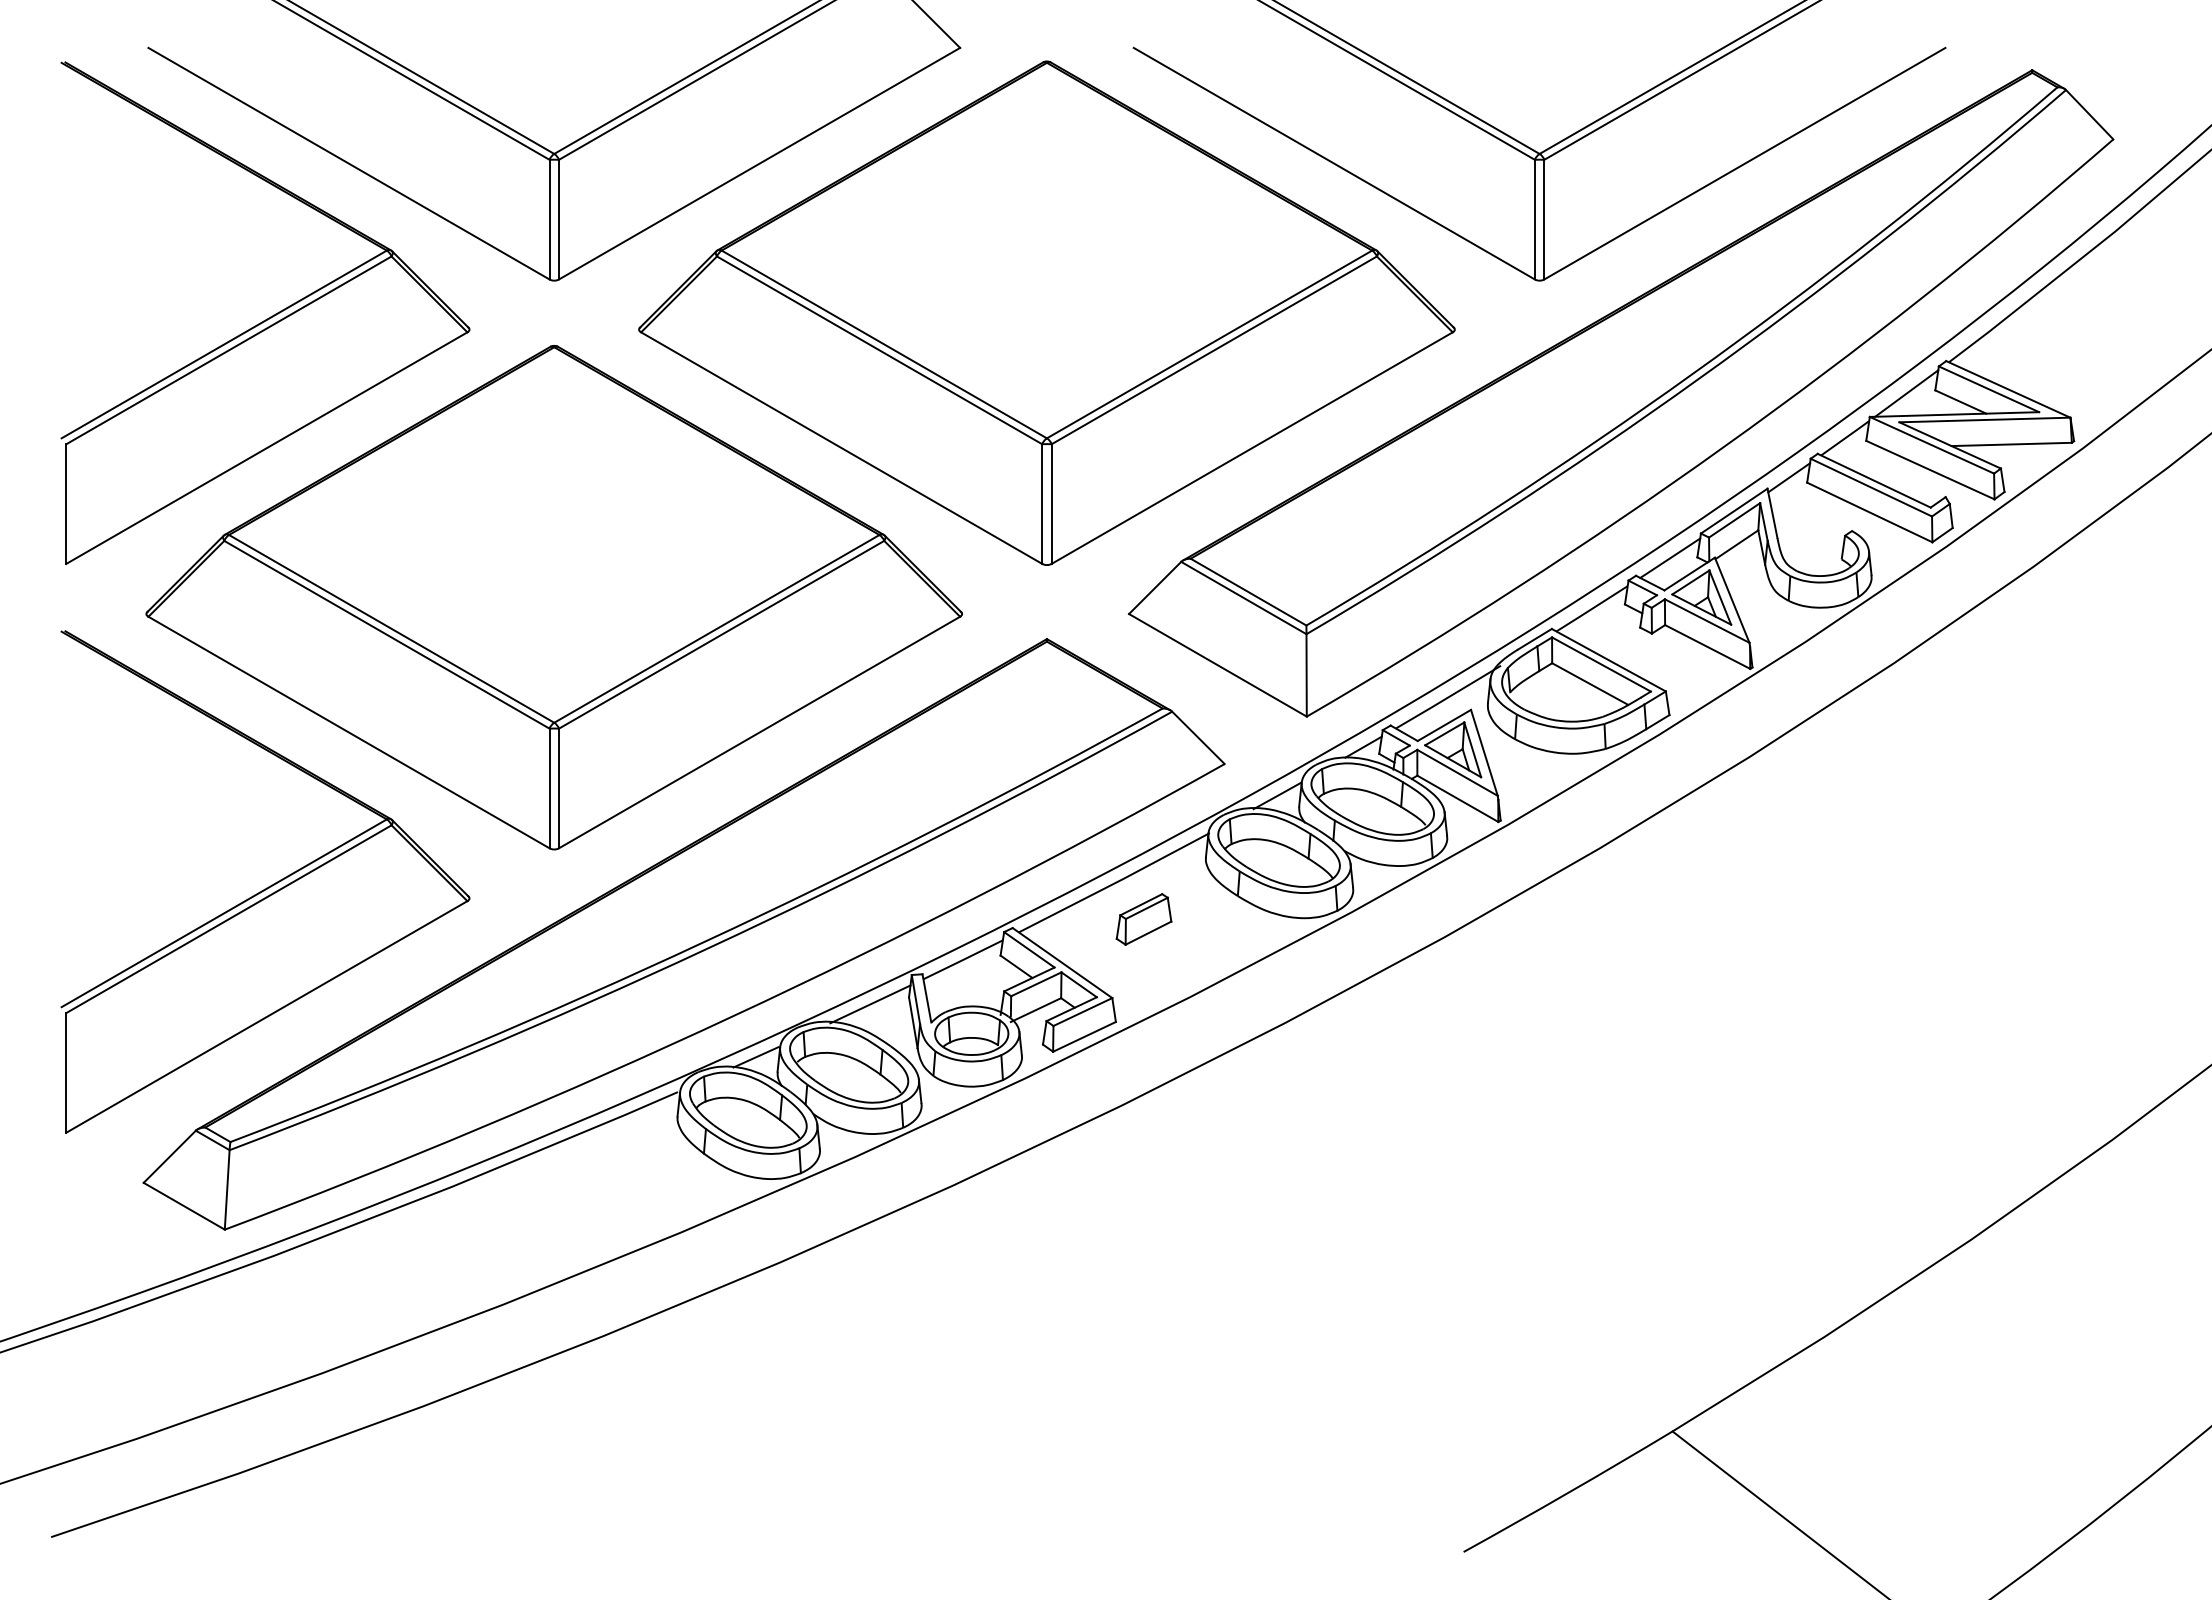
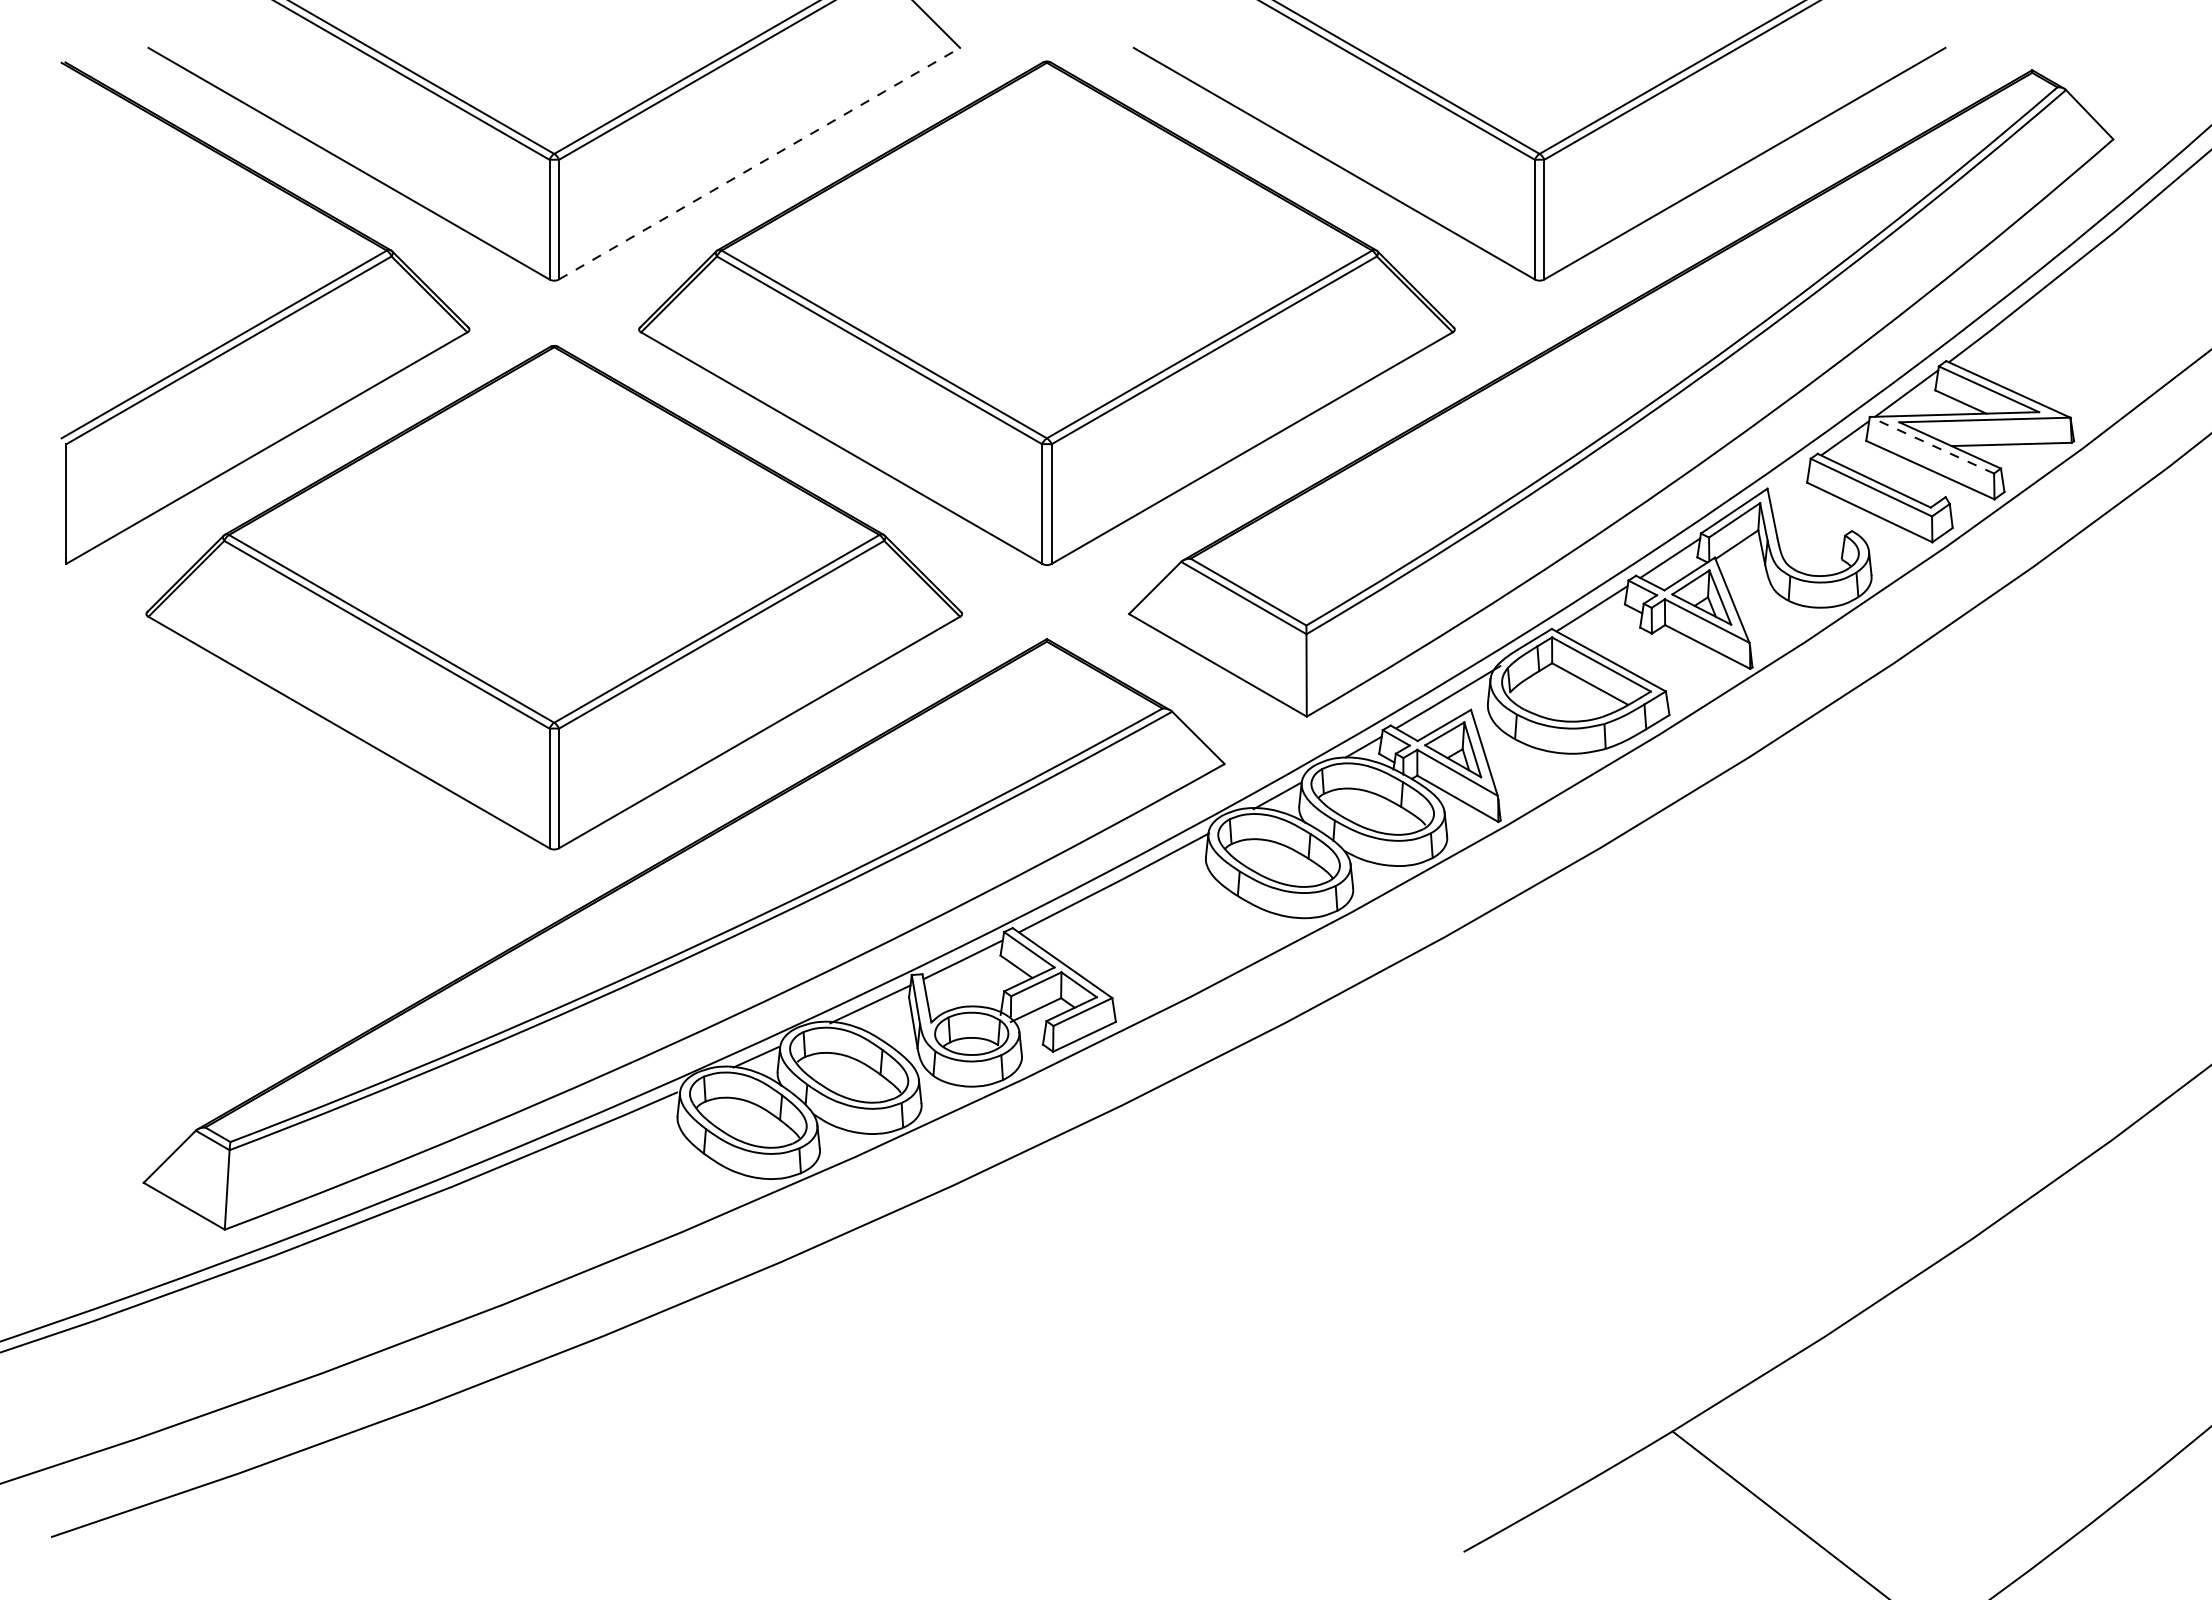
line at (759, 163): solid -> dashed
line at (1931, 445): solid -> dashed
line at (1789, 477): present -> none
part at (265, 881): present -> none
part at (1143, 919): present -> none
